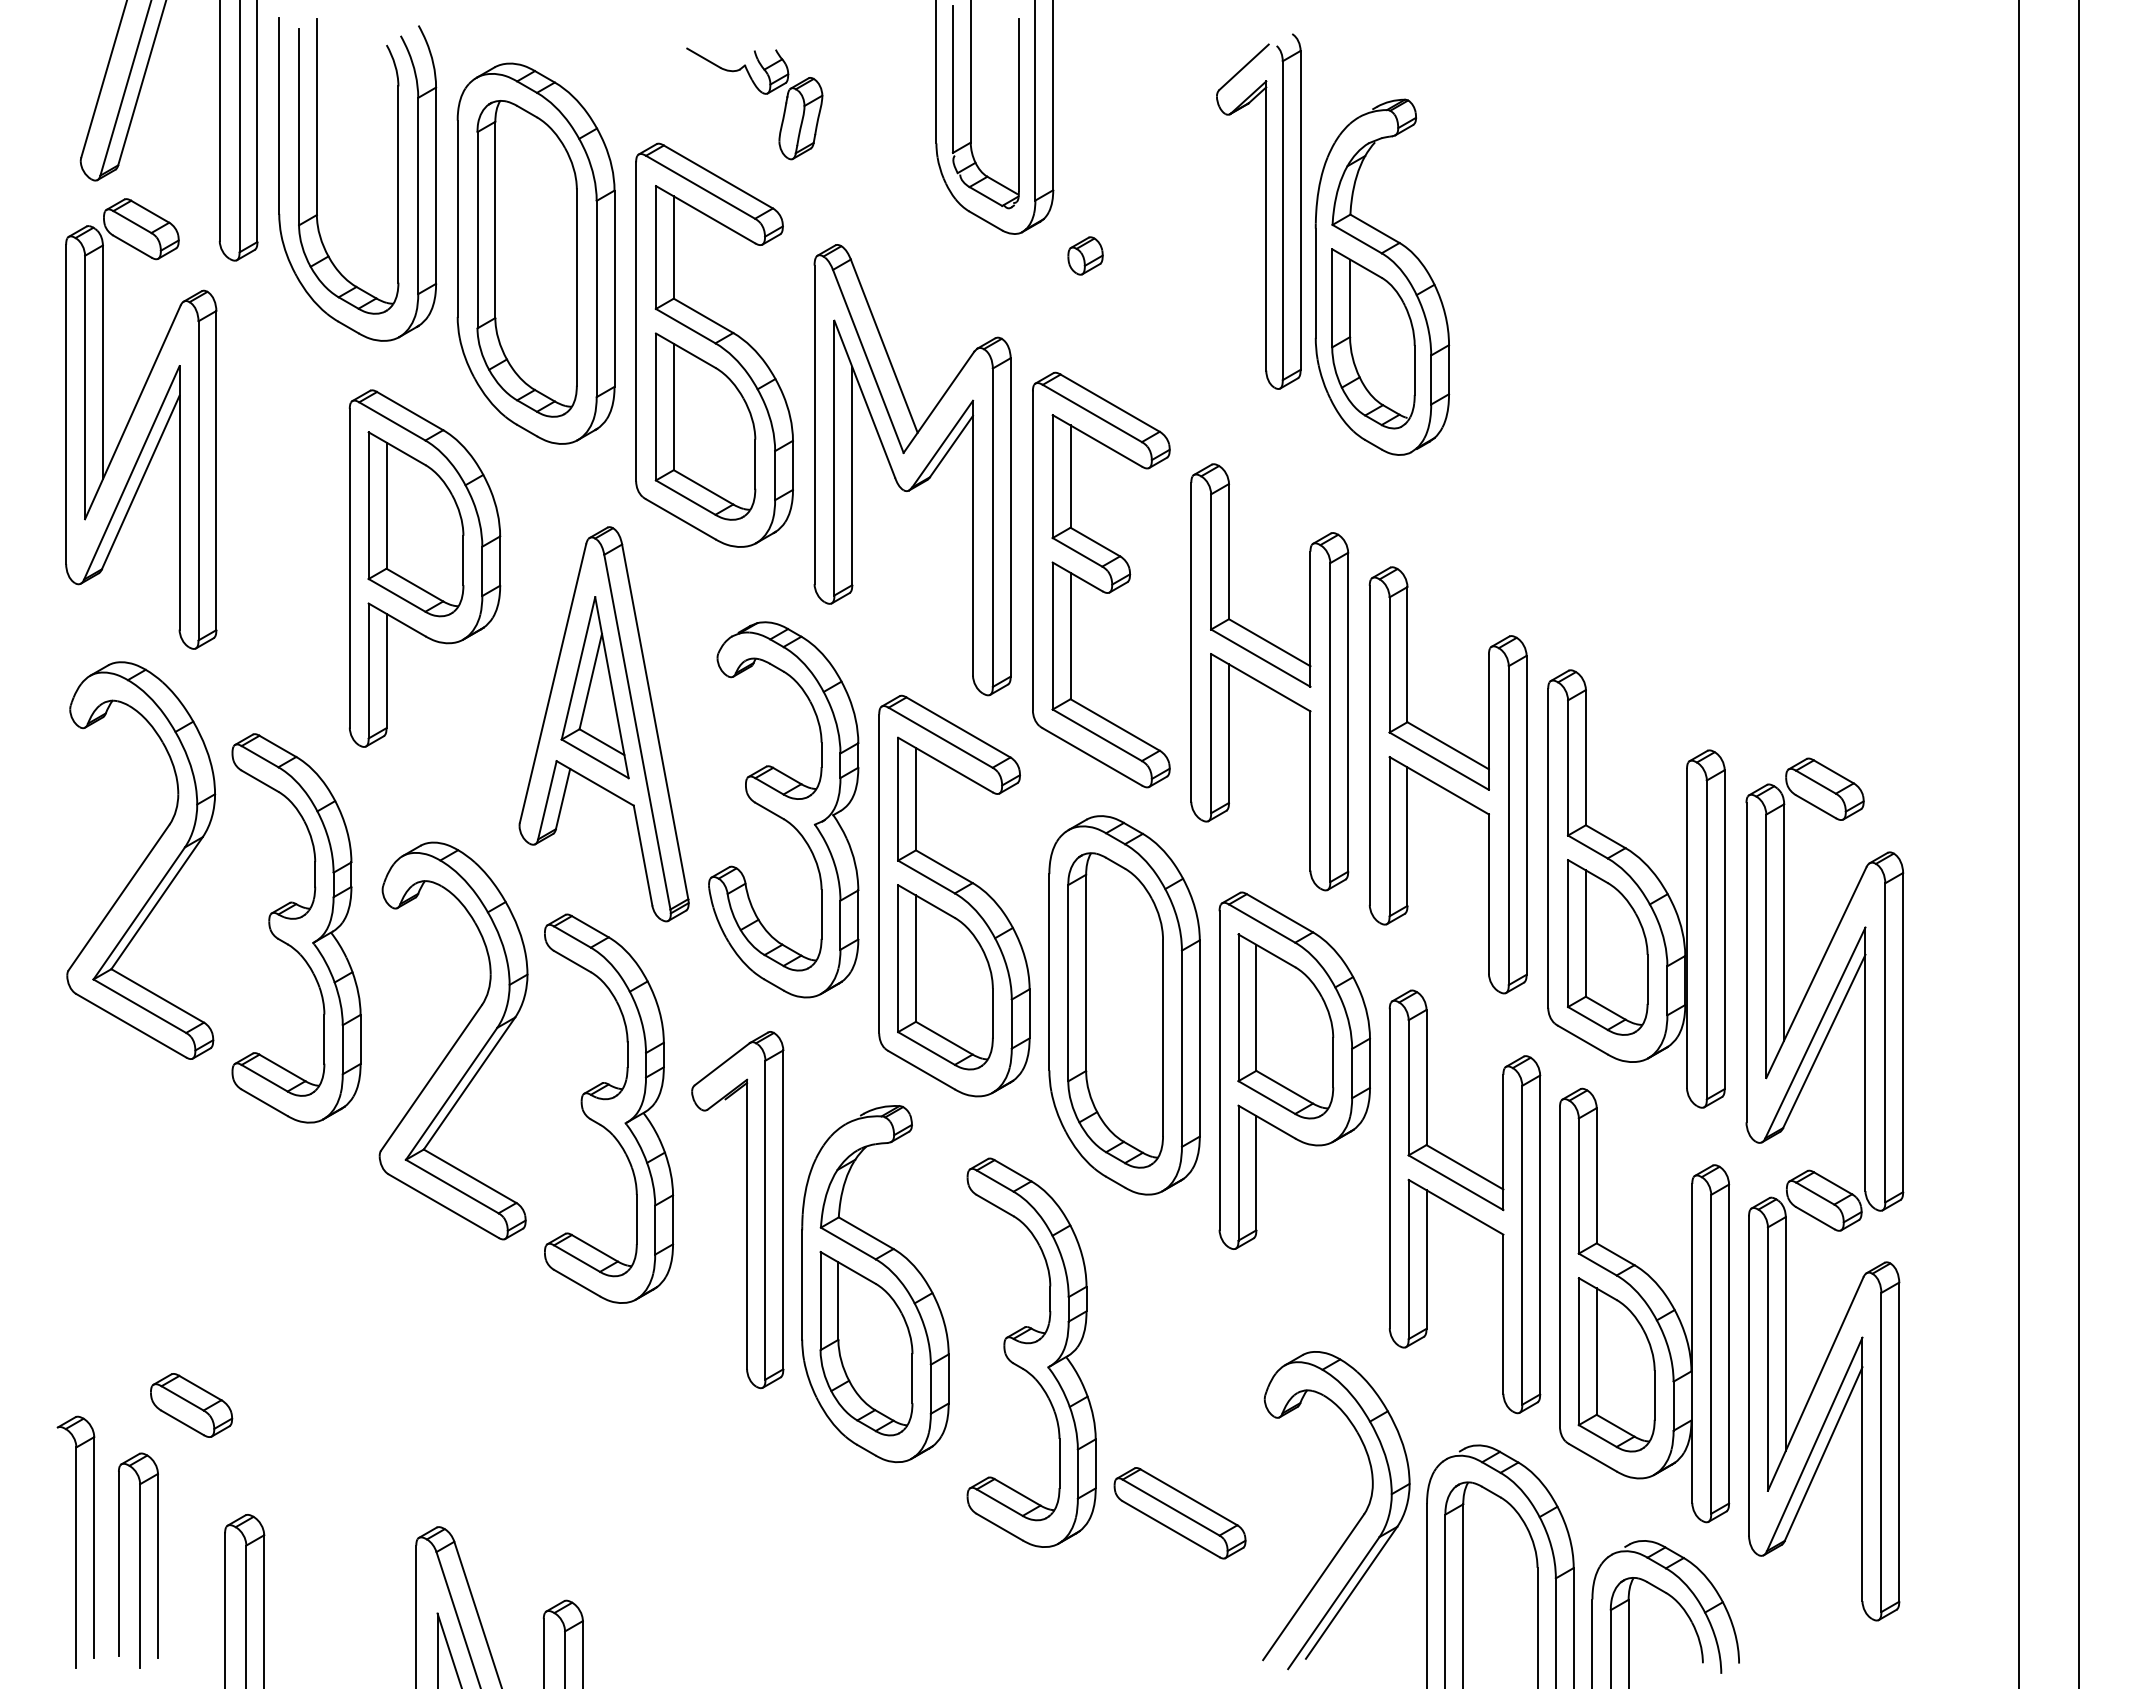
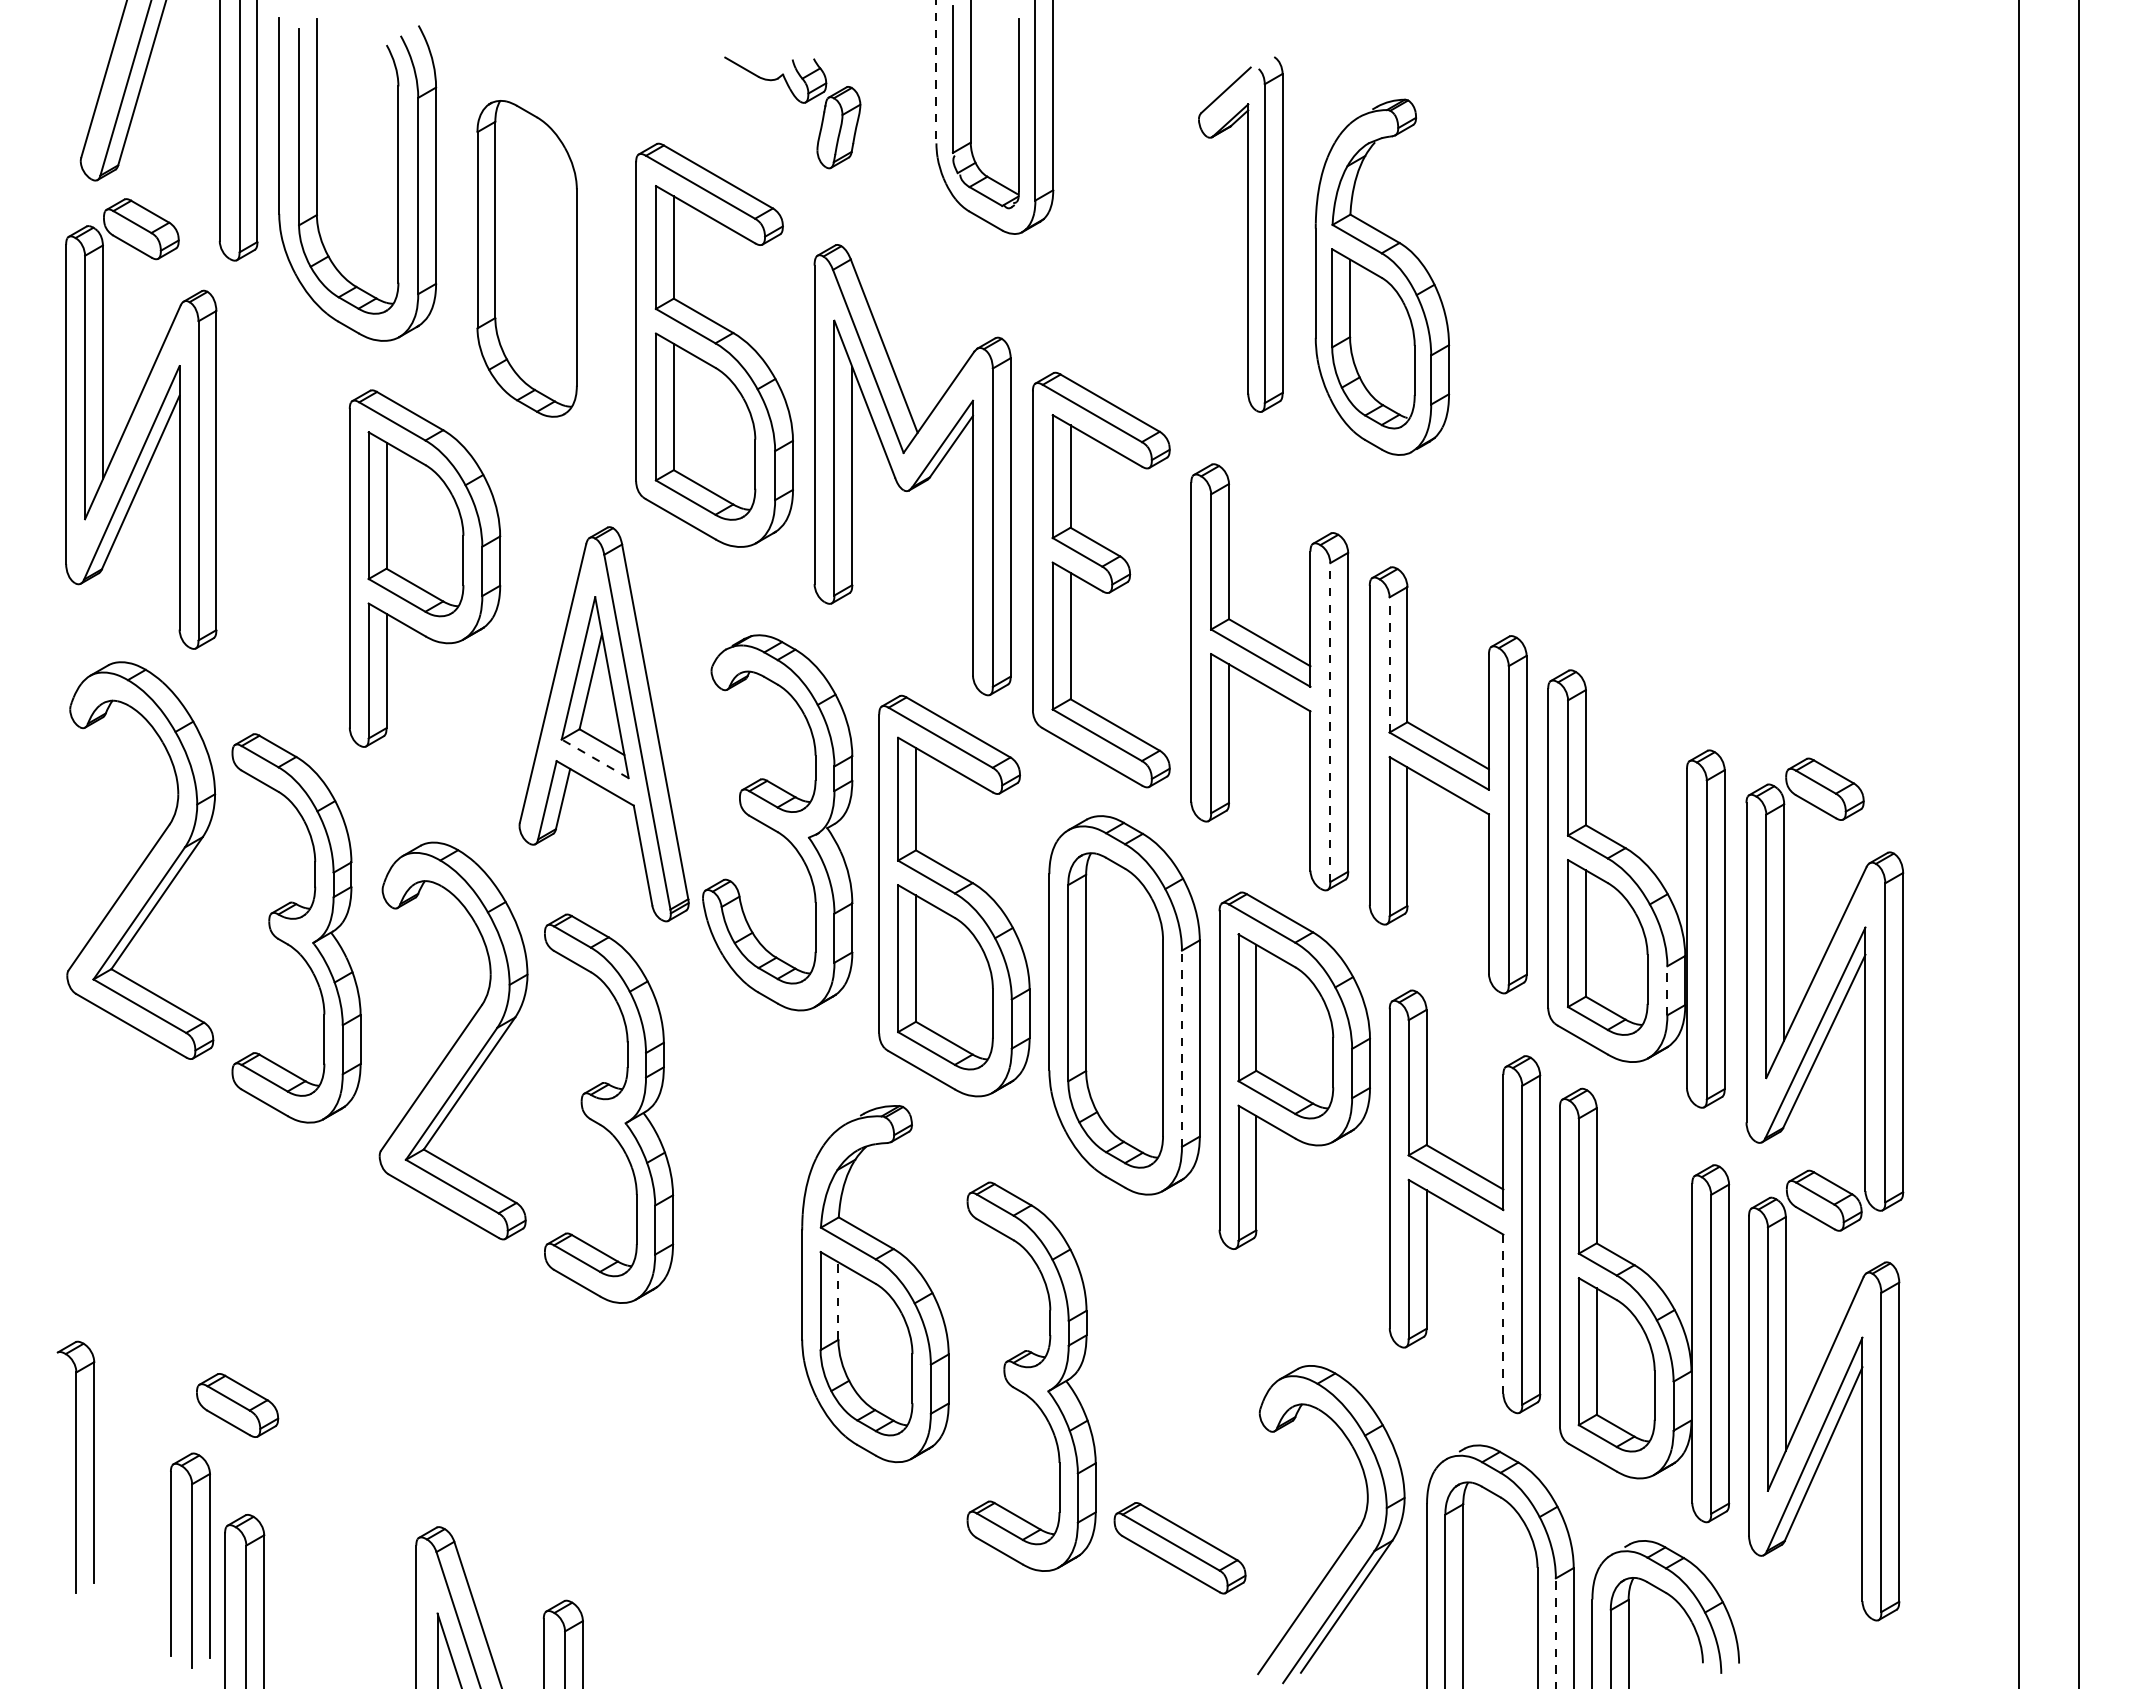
line at (936, 71): solid -> dashed
part at (761, 93) position: (761, 93) -> (799, 102)
part at (1265, 211) position: (1265, 211) -> (1247, 234)
part at (535, 253): present -> none
part at (1085, 255): present -> none
line at (1389, 664): solid -> dashed
line at (1330, 722): solid -> dashed
line at (595, 758): solid -> dashed
part at (783, 809) position: (783, 809) -> (777, 822)
line at (1667, 990): solid -> dashed
line at (1181, 1048): solid -> dashed
part at (746, 1210): present -> none
line at (838, 1301): solid -> dashed
line at (1503, 1314): solid -> dashed
part at (1031, 1352) position: (1031, 1352) -> (1031, 1376)
part at (191, 1405) position: (191, 1405) -> (237, 1405)
part at (1179, 1513) position: (1179, 1513) -> (1179, 1548)
part at (1355, 1524) position: (1355, 1524) -> (1350, 1538)
part at (75, 1541) position: (75, 1541) -> (75, 1466)
part at (138, 1560) position: (138, 1560) -> (190, 1560)
line at (1555, 1633): solid -> dashed
